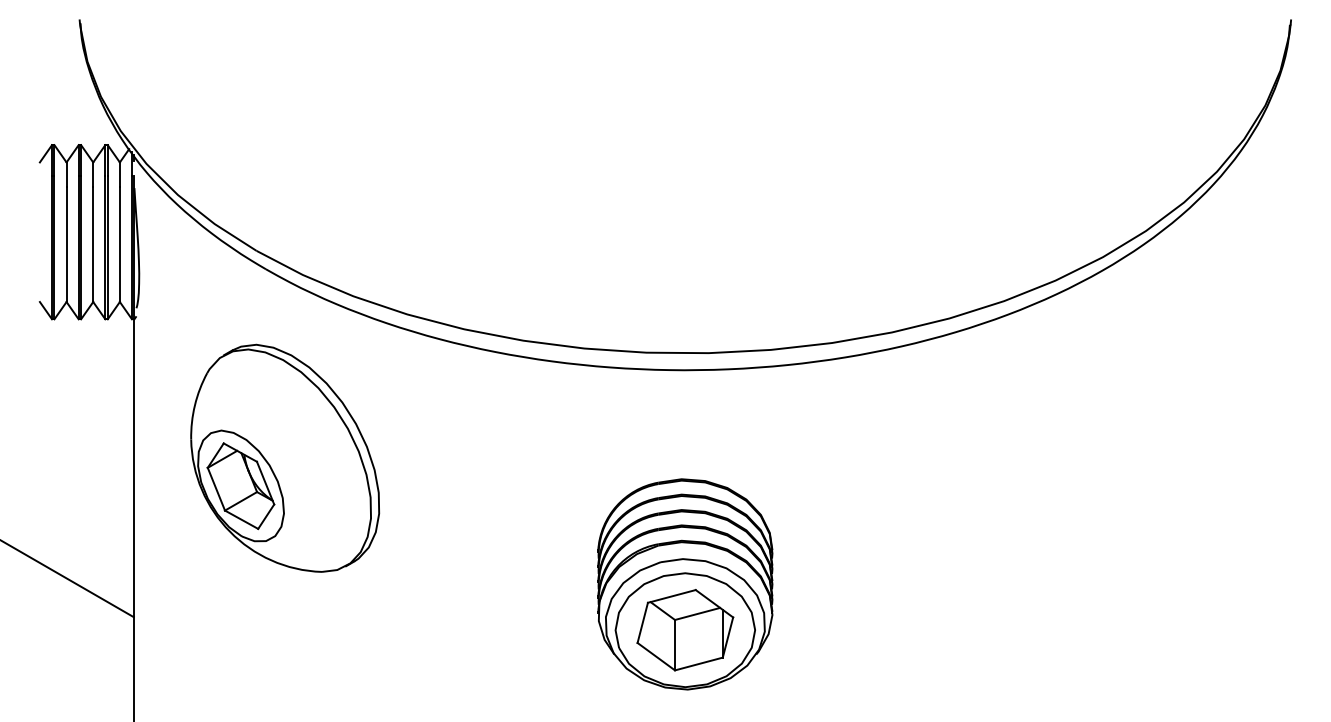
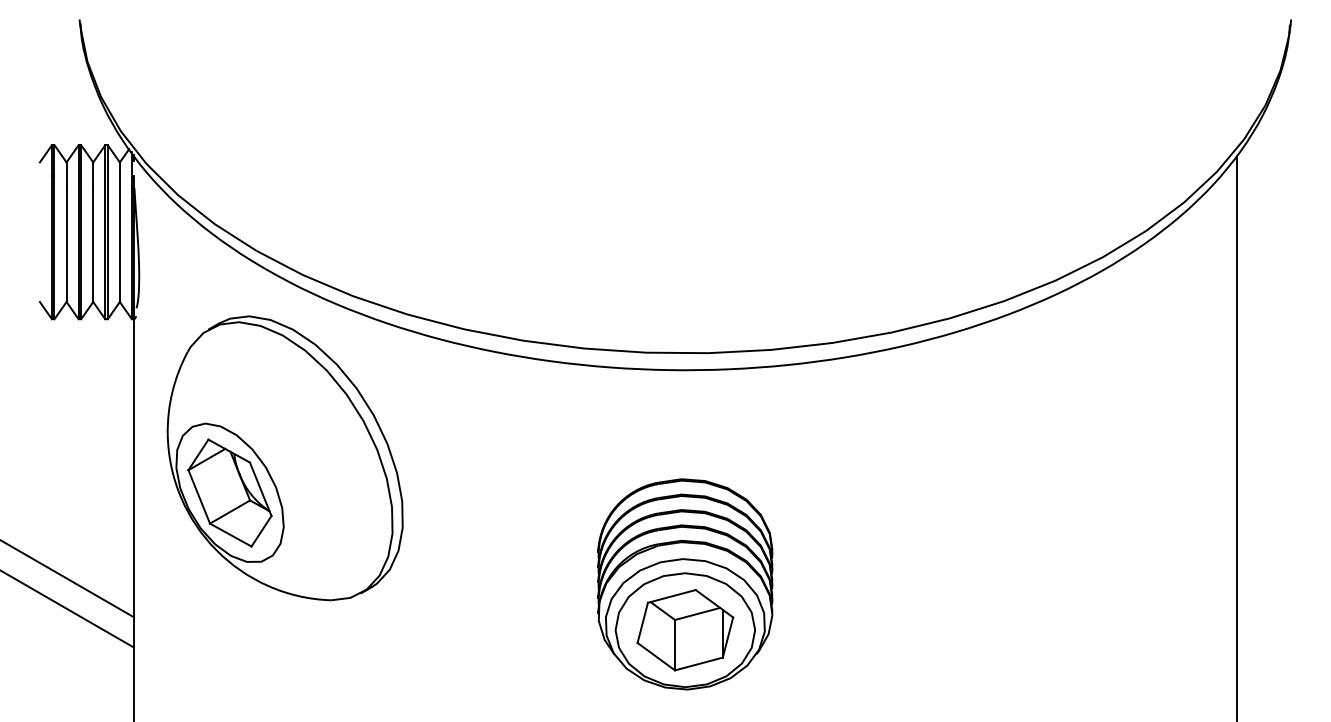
line at (1236, 436): none -> present
part at (285, 457) size: 191x230 px -> 238x287 px
line at (67, 609): none -> present
